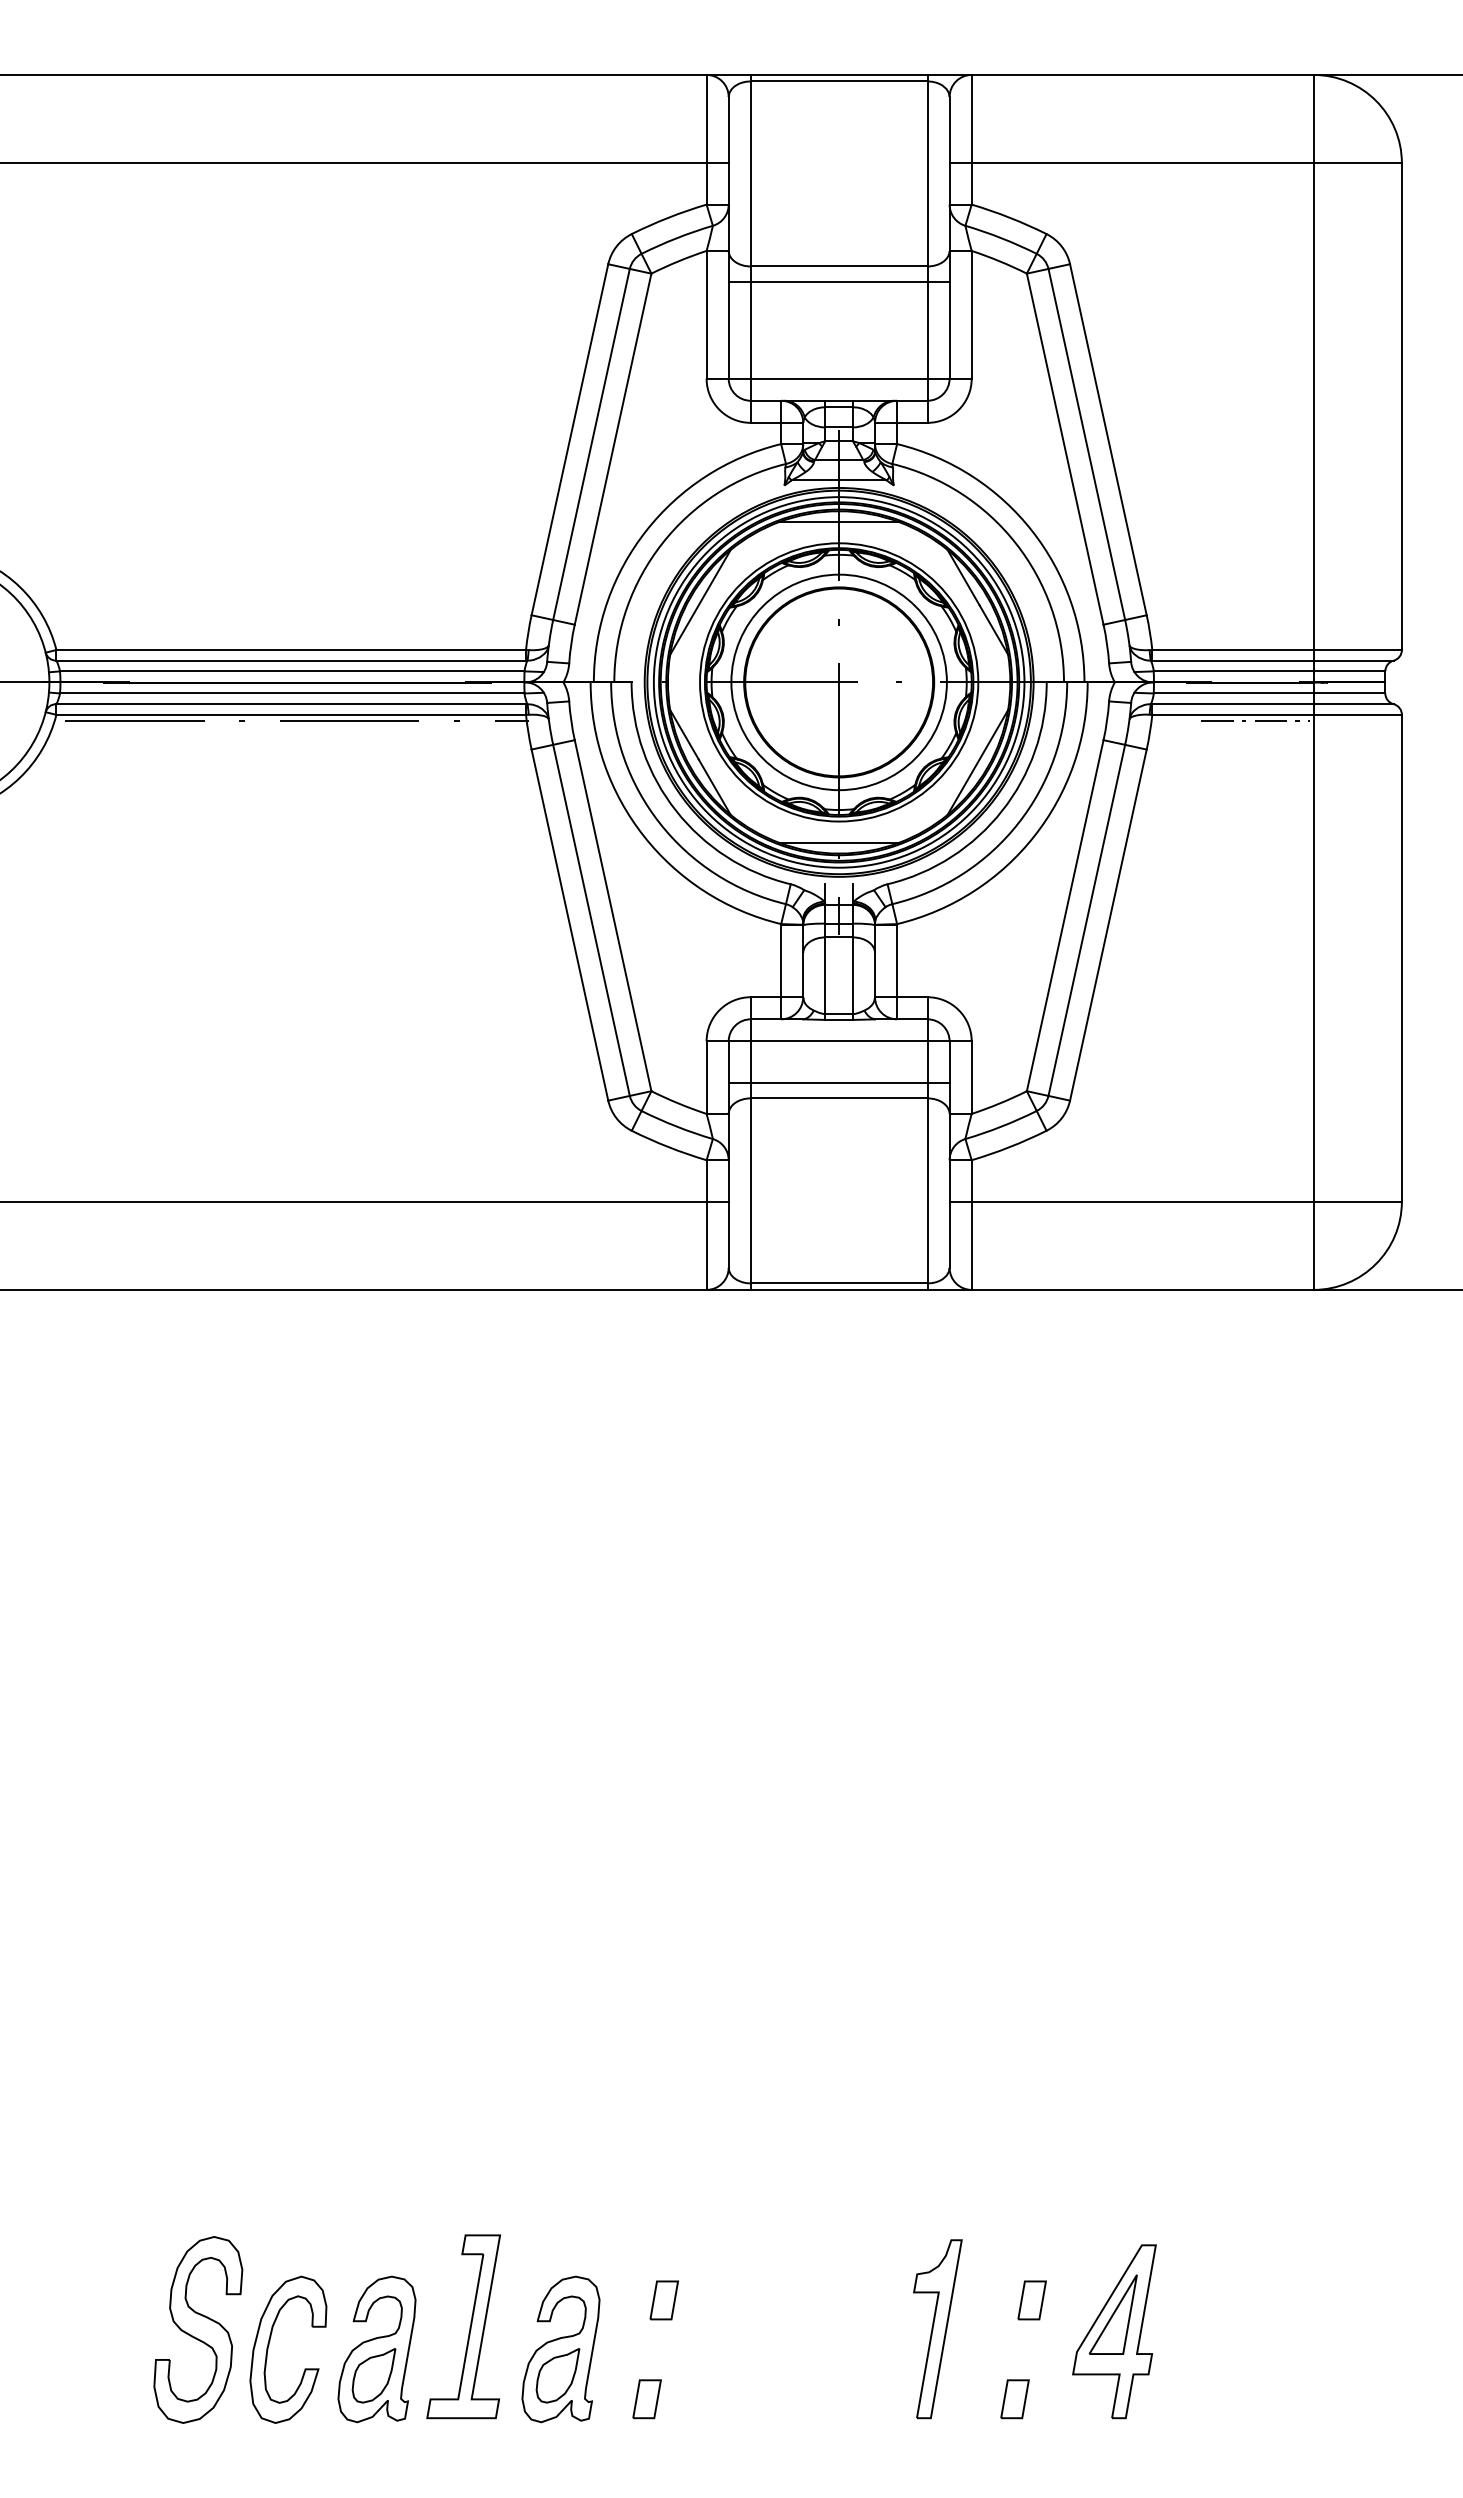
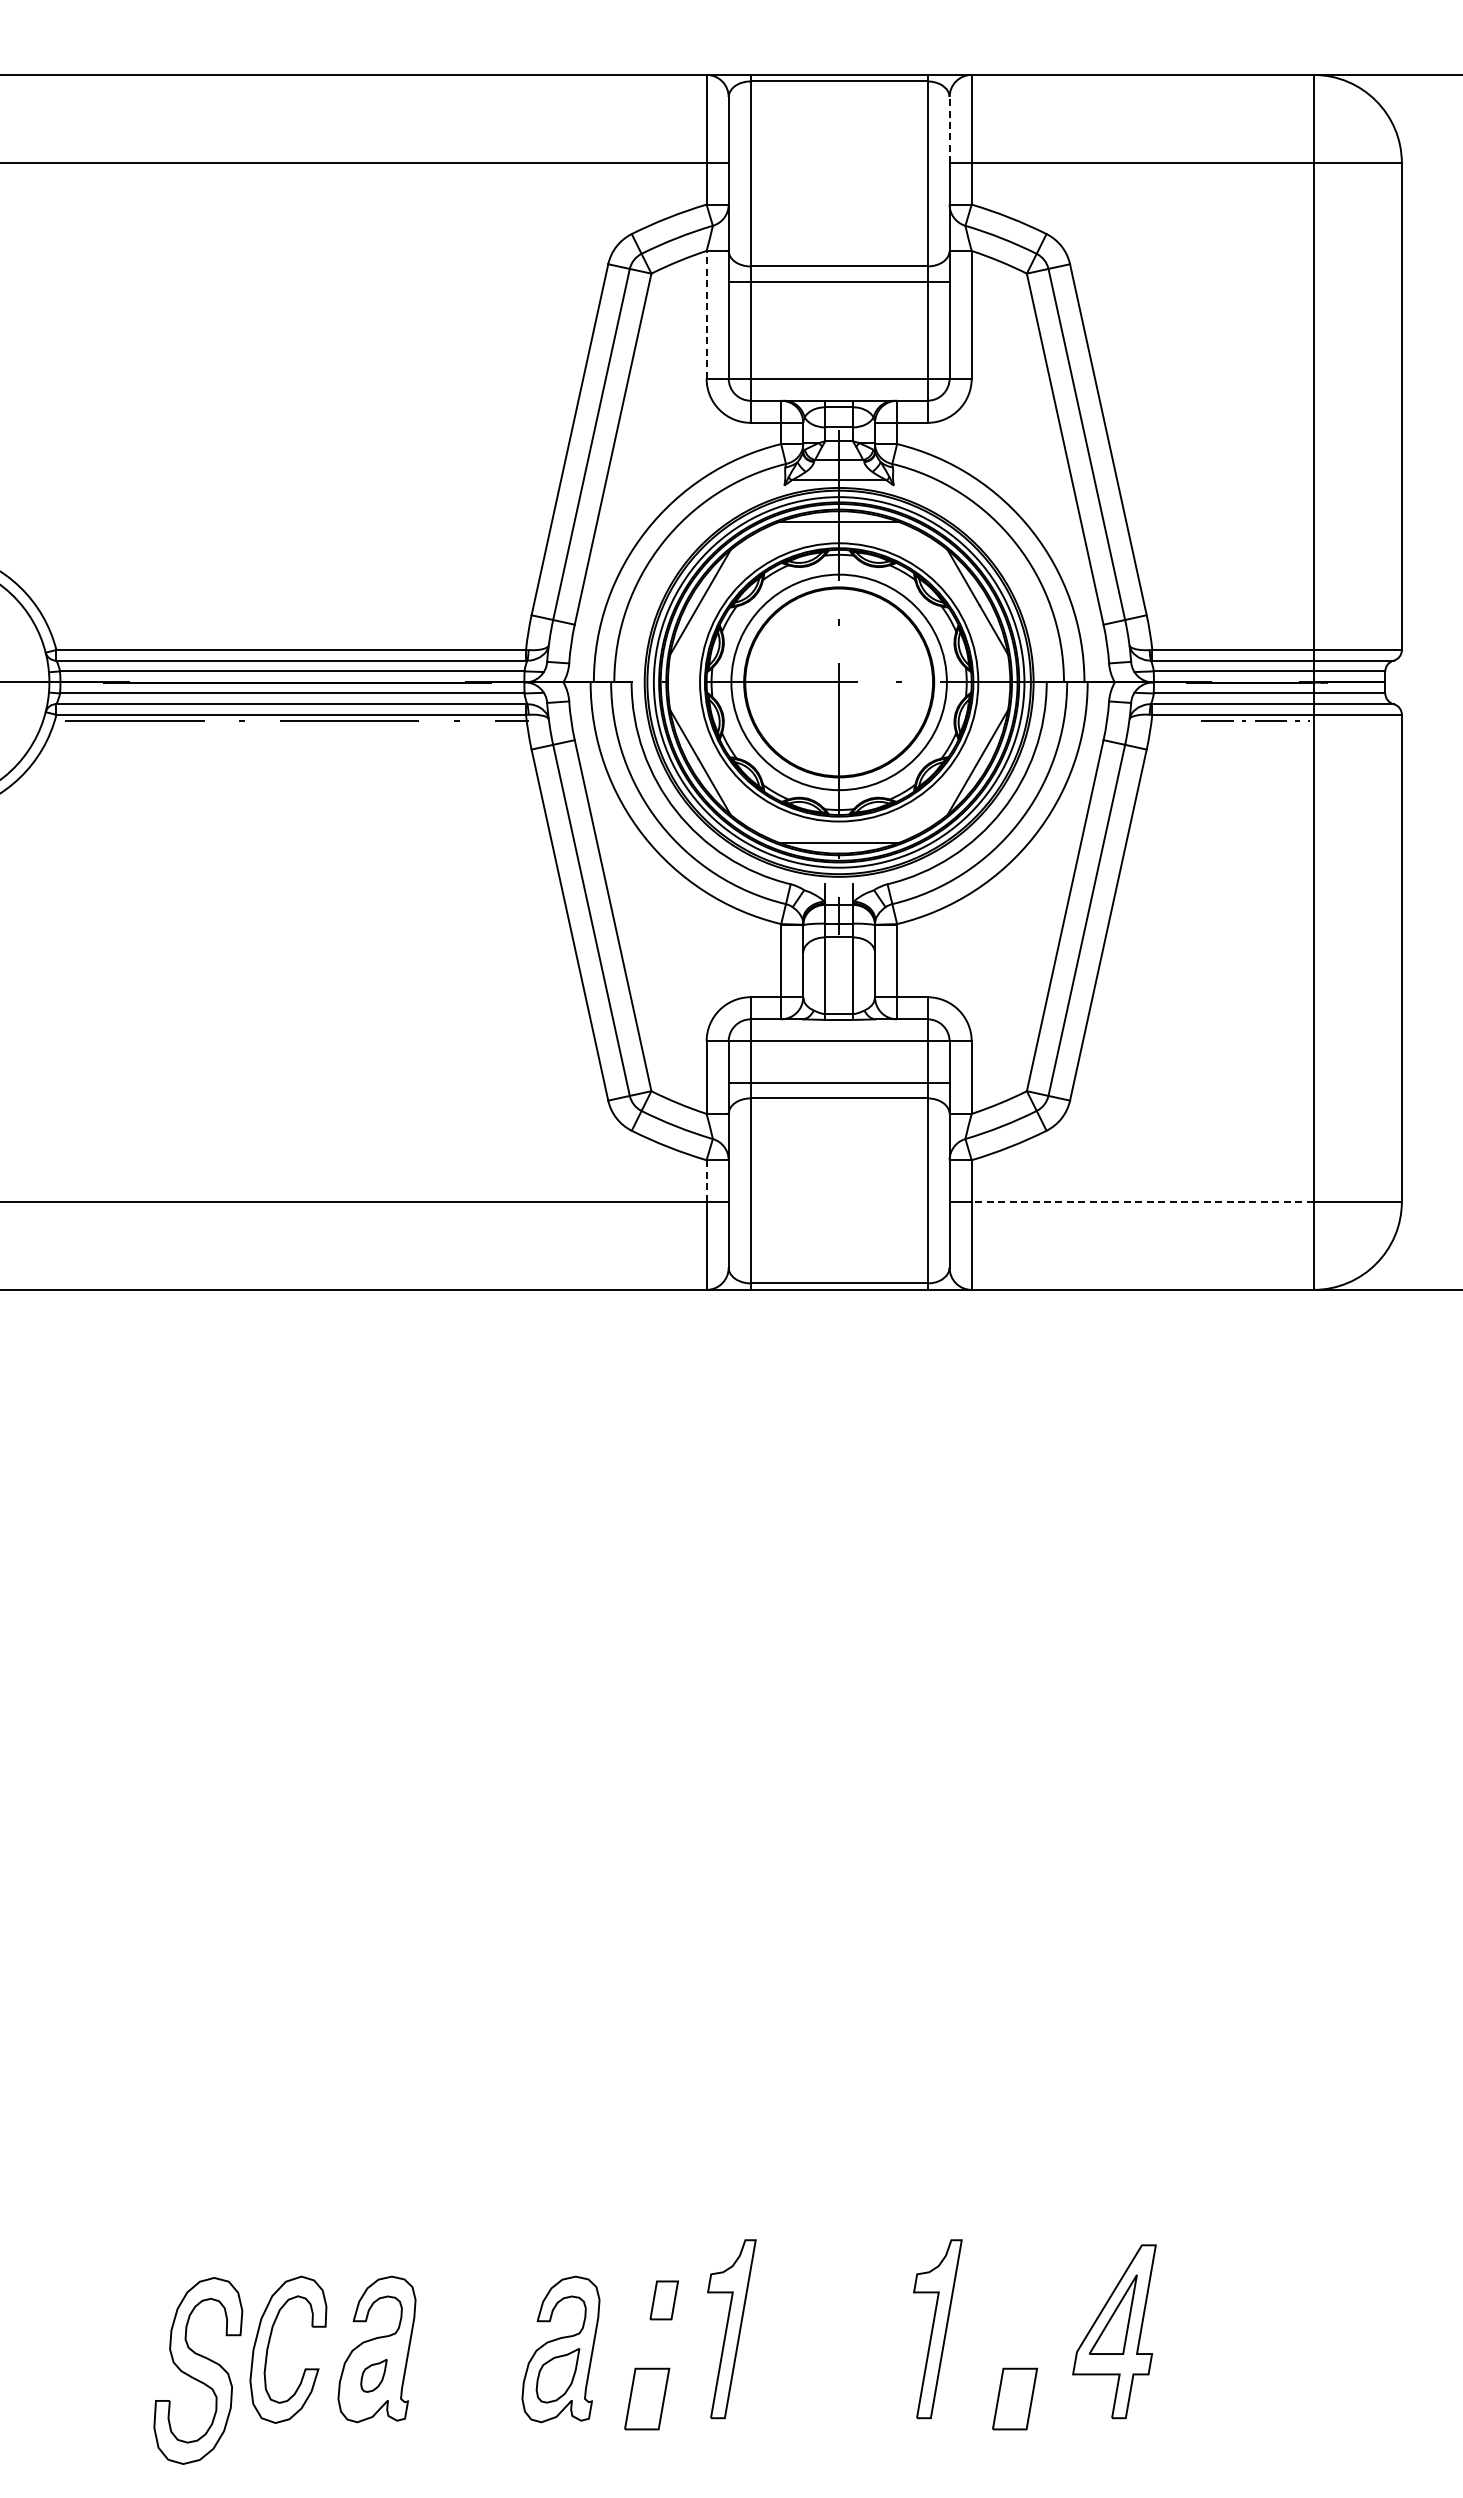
line at (949, 129): solid -> dashed
line at (706, 314): solid -> dashed
line at (706, 1180): solid -> dashed
line at (1142, 1201): solid -> dashed
part at (1031, 2300): present -> none
part at (469, 2327): present -> none
part at (198, 2329) position: (198, 2329) -> (198, 2370)
part at (731, 2329): none -> present
part at (373, 2375) size: 46x56 px -> 28x34 px
part at (646, 2399) size: 30x41 px -> 47x64 px
part at (1014, 2399) size: 30x41 px -> 47x64 px
